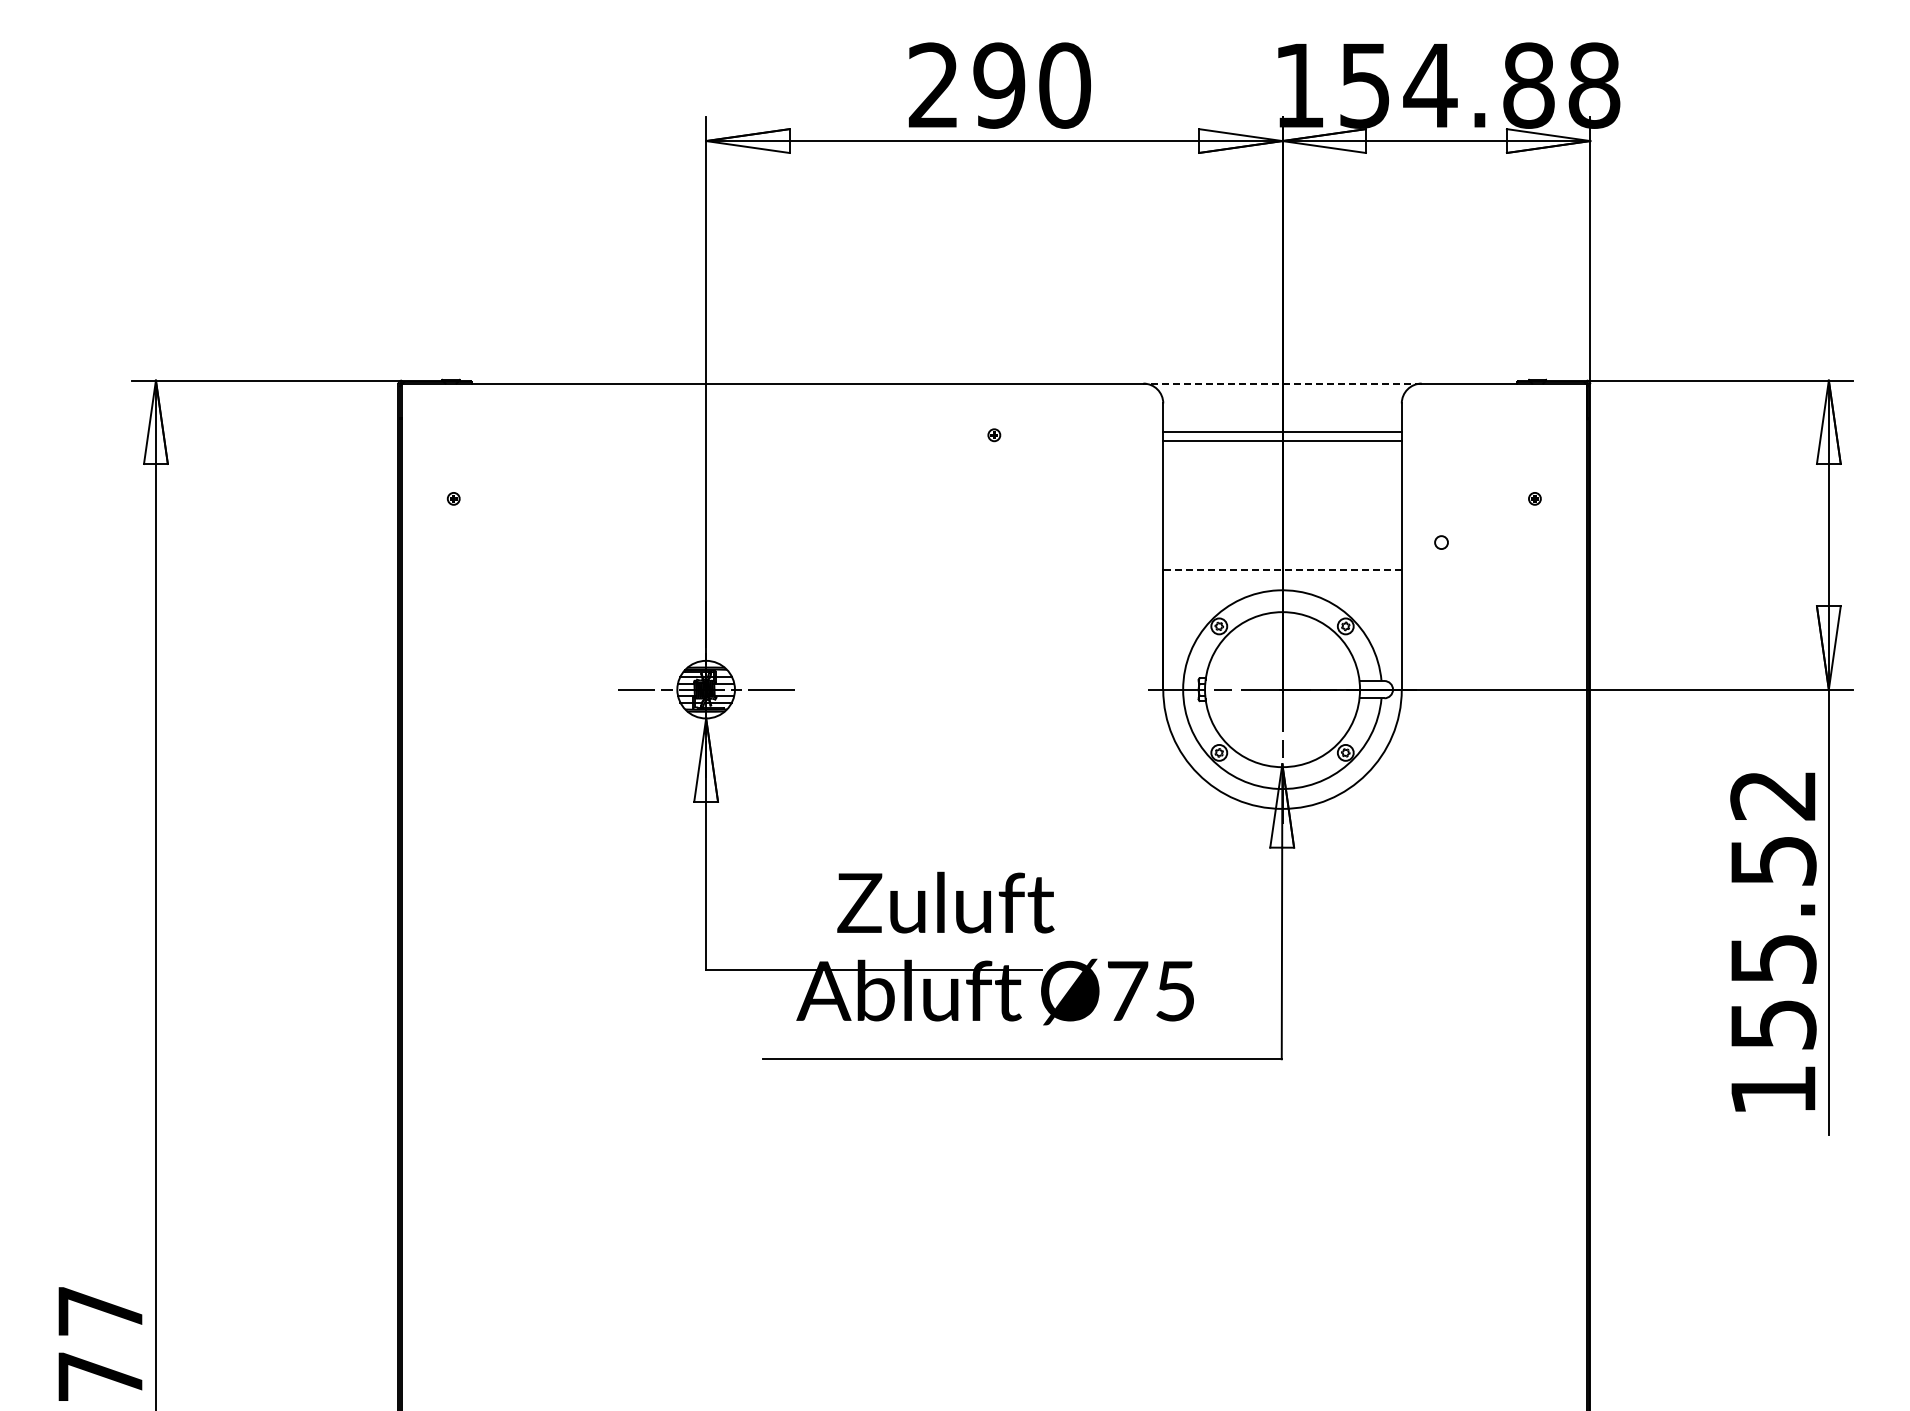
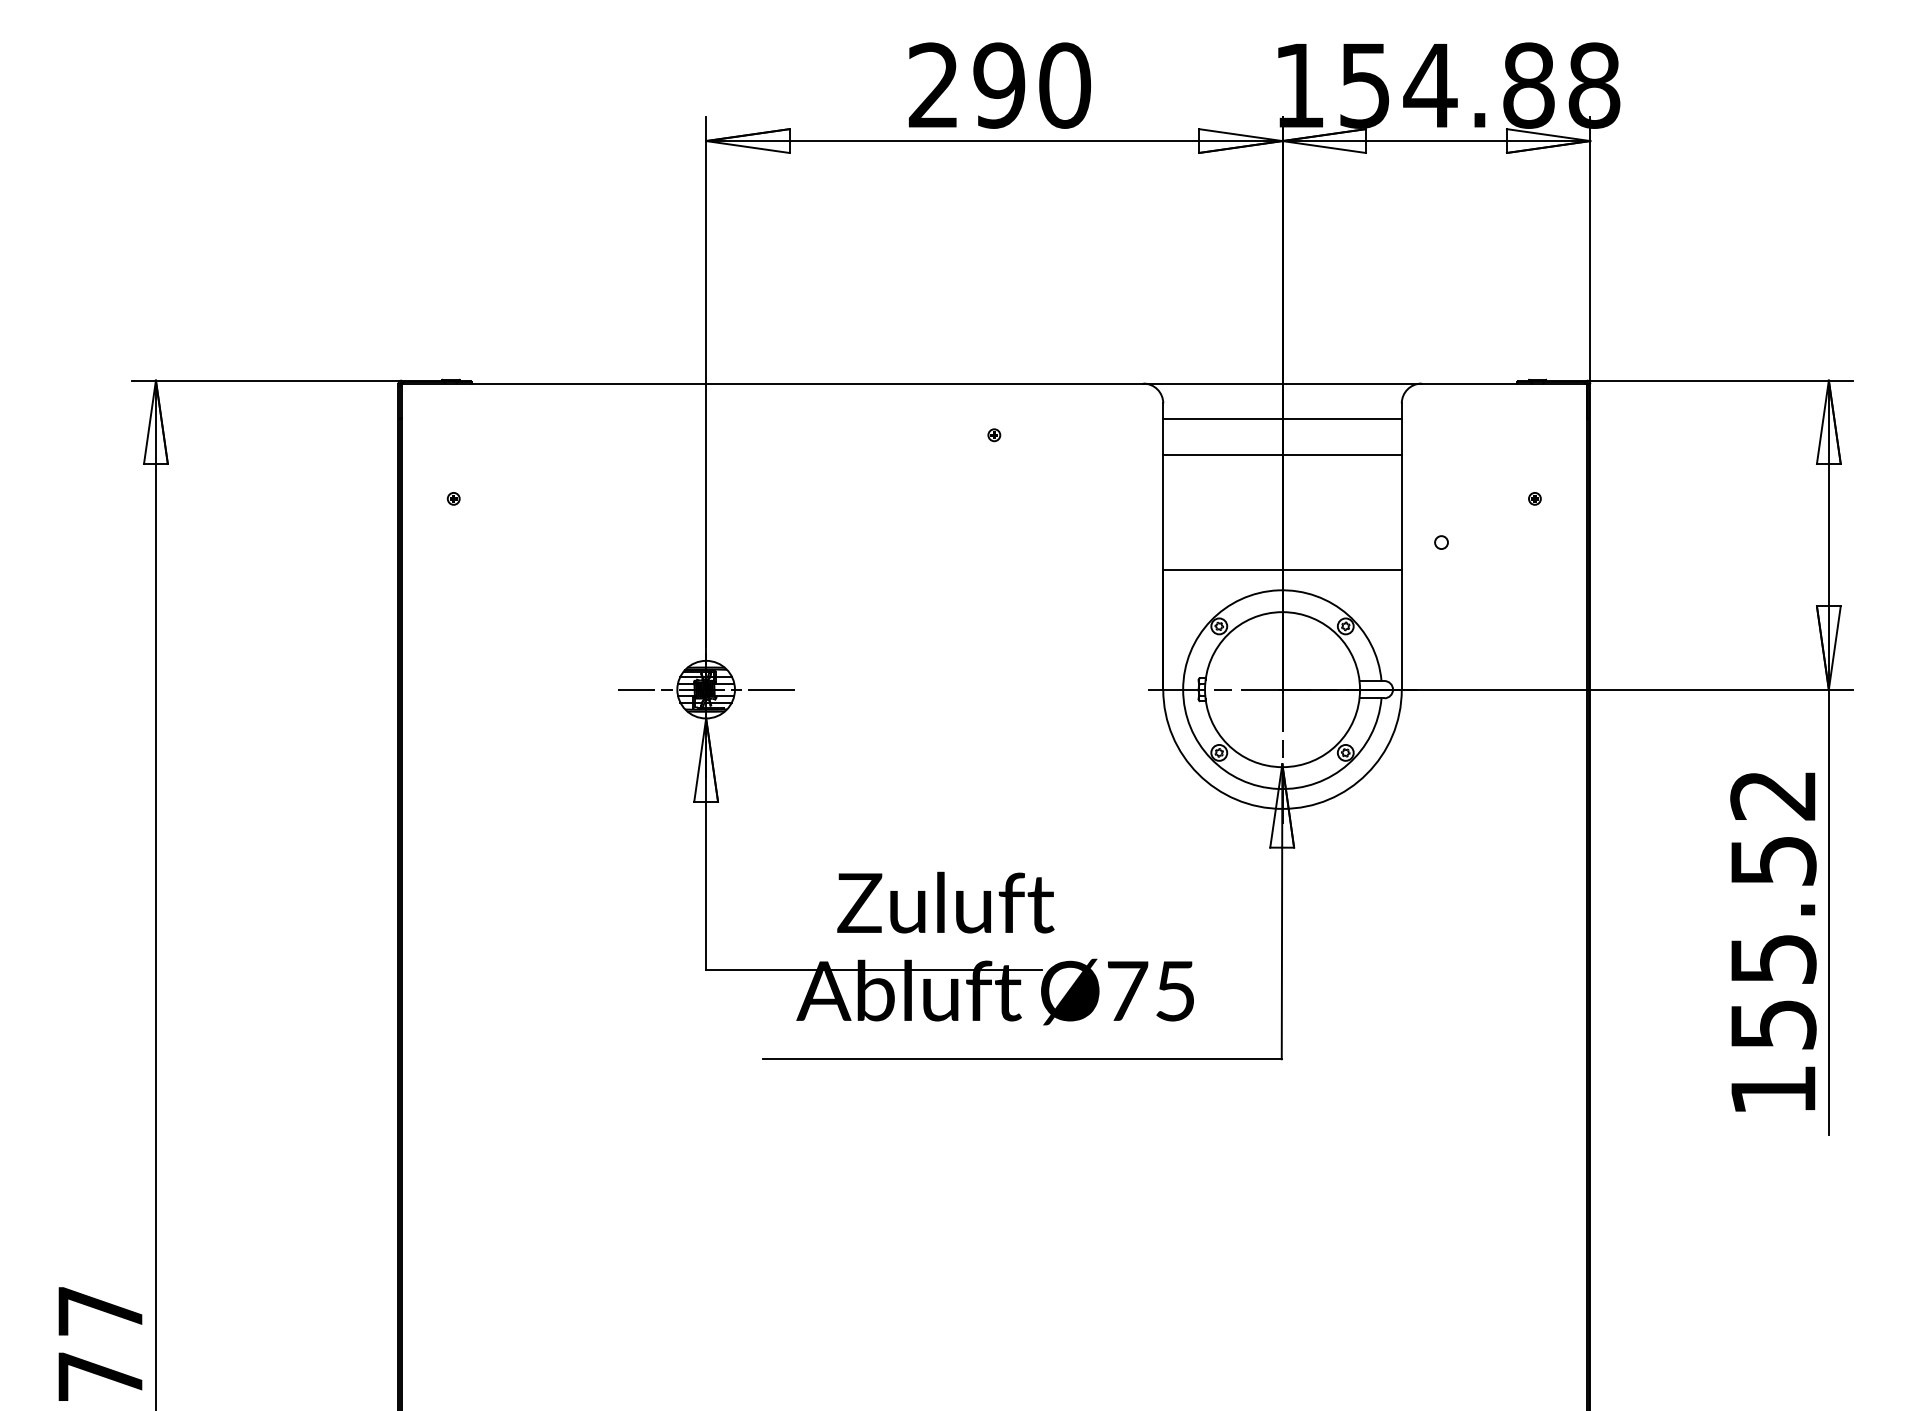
line at (1282, 383): dashed -> solid
line at (1282, 432) position: (1282, 432) -> (1282, 455)
line at (1282, 441) position: (1282, 441) -> (1282, 419)
line at (1282, 570): dashed -> solid
